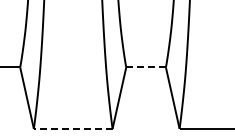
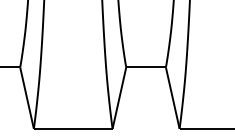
line at (146, 67): dashed -> solid
line at (73, 128): dashed -> solid
